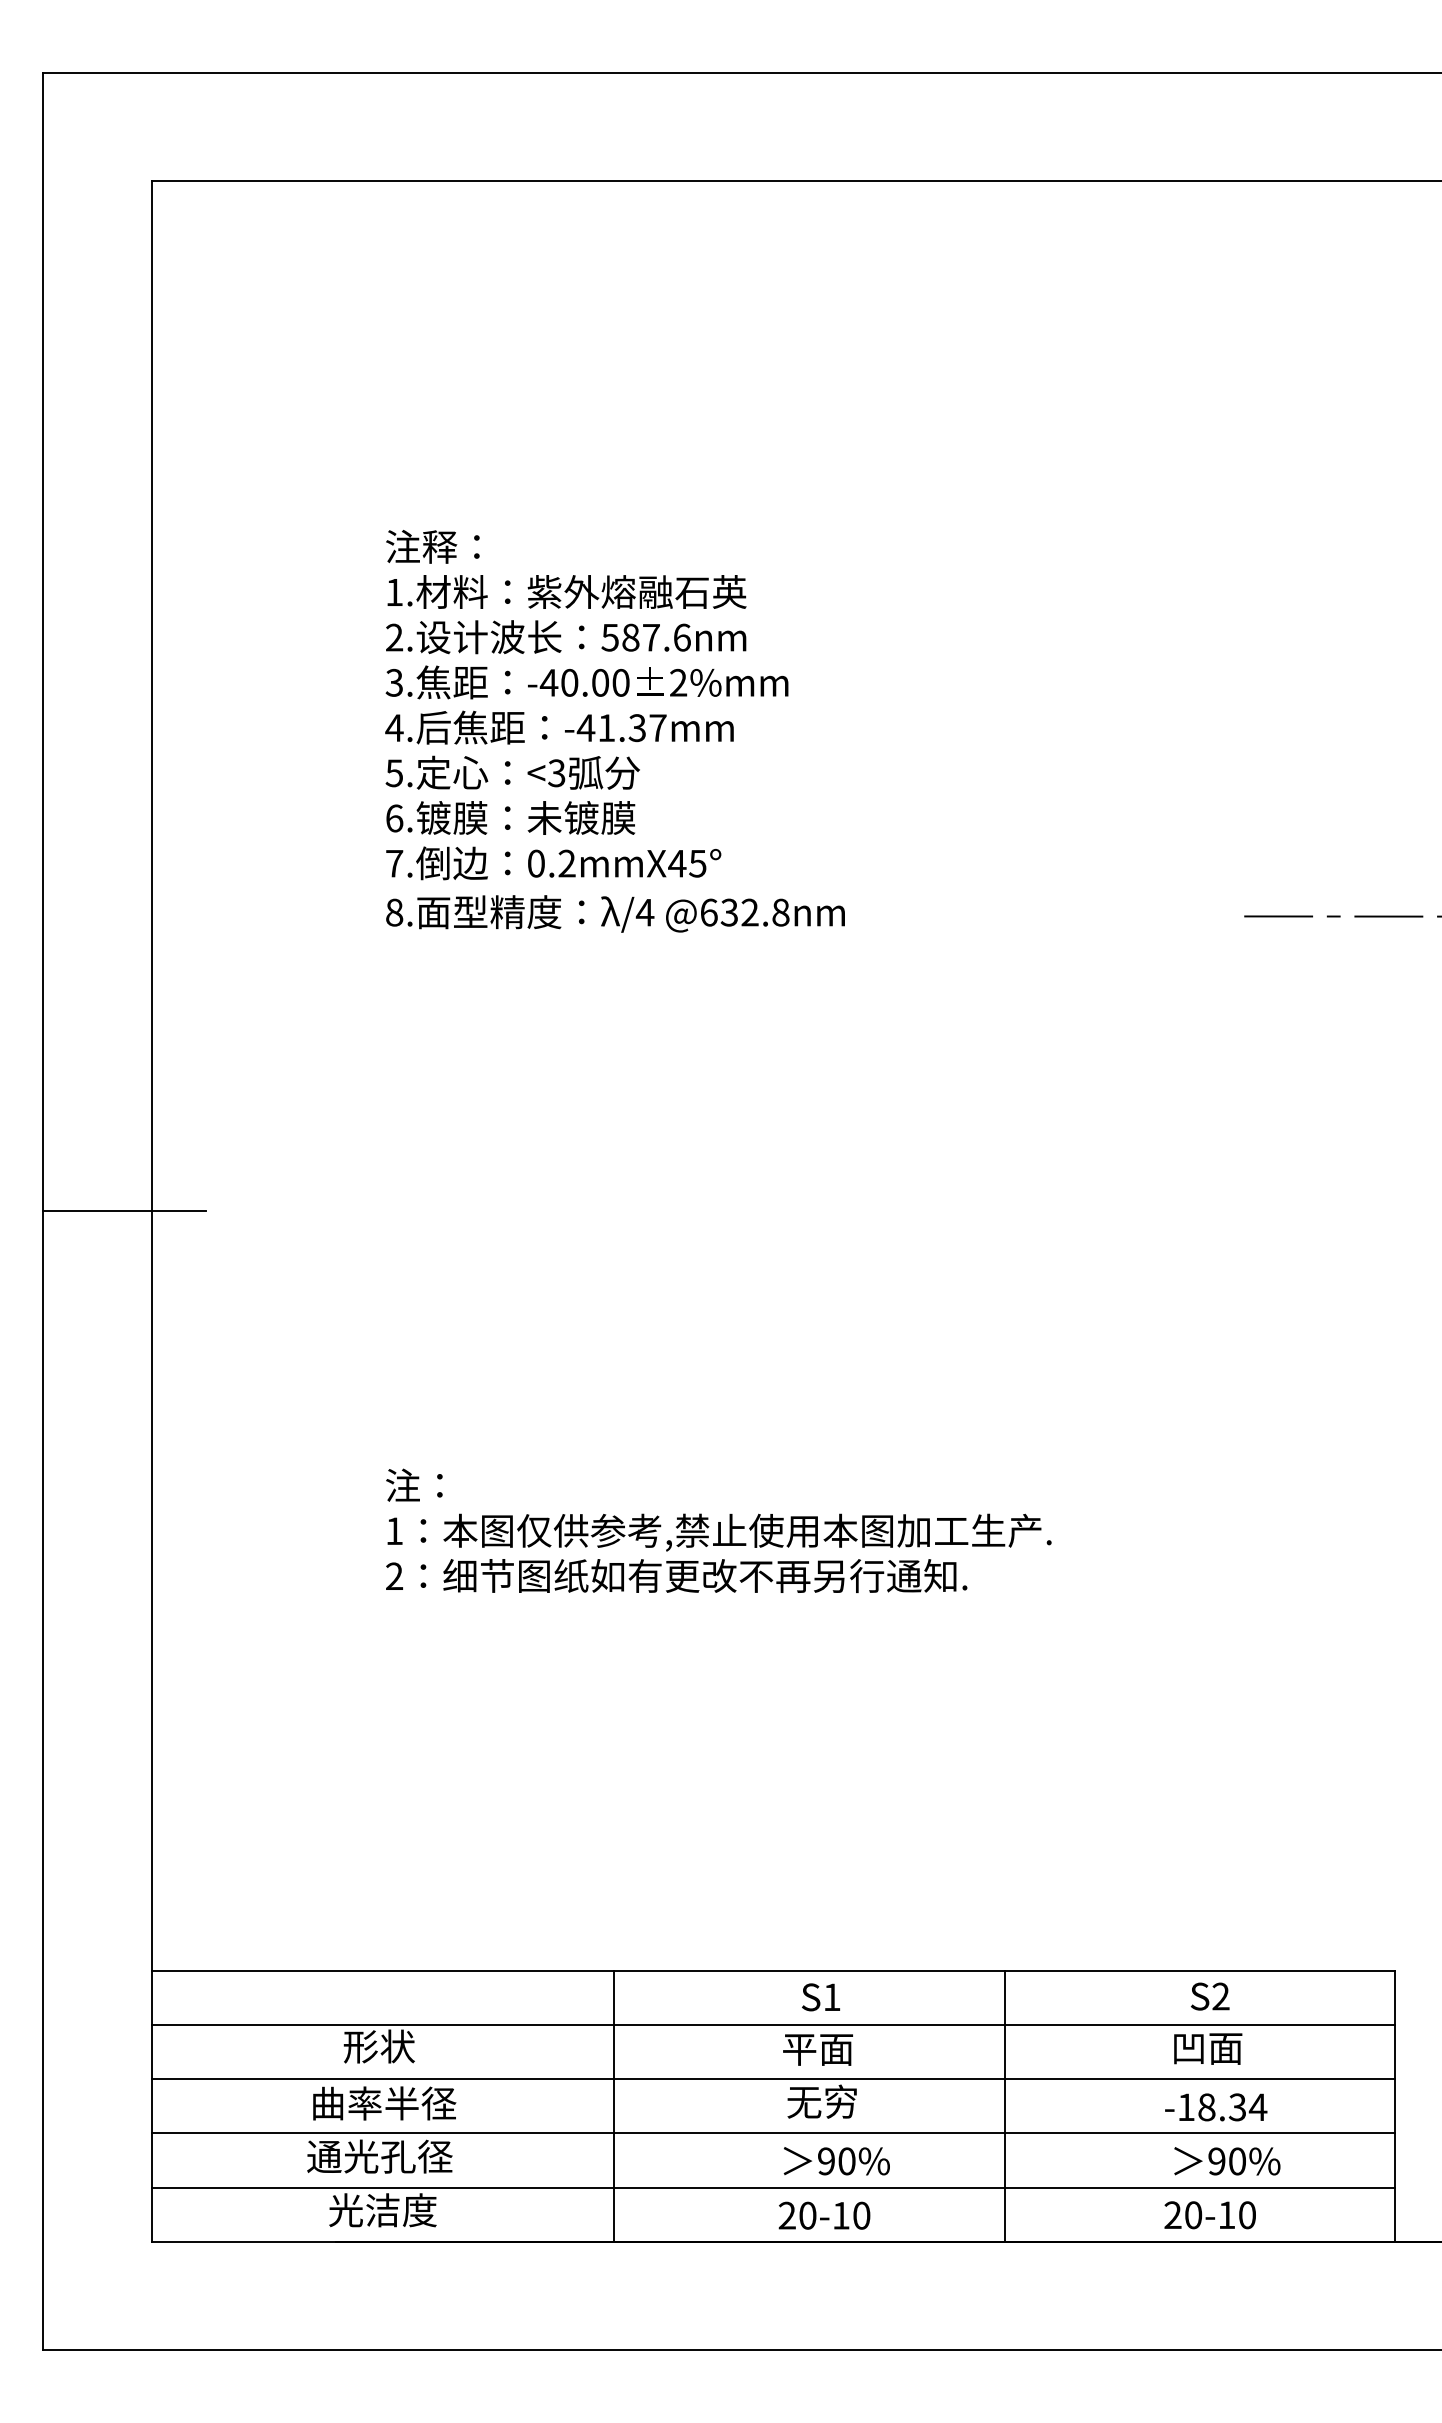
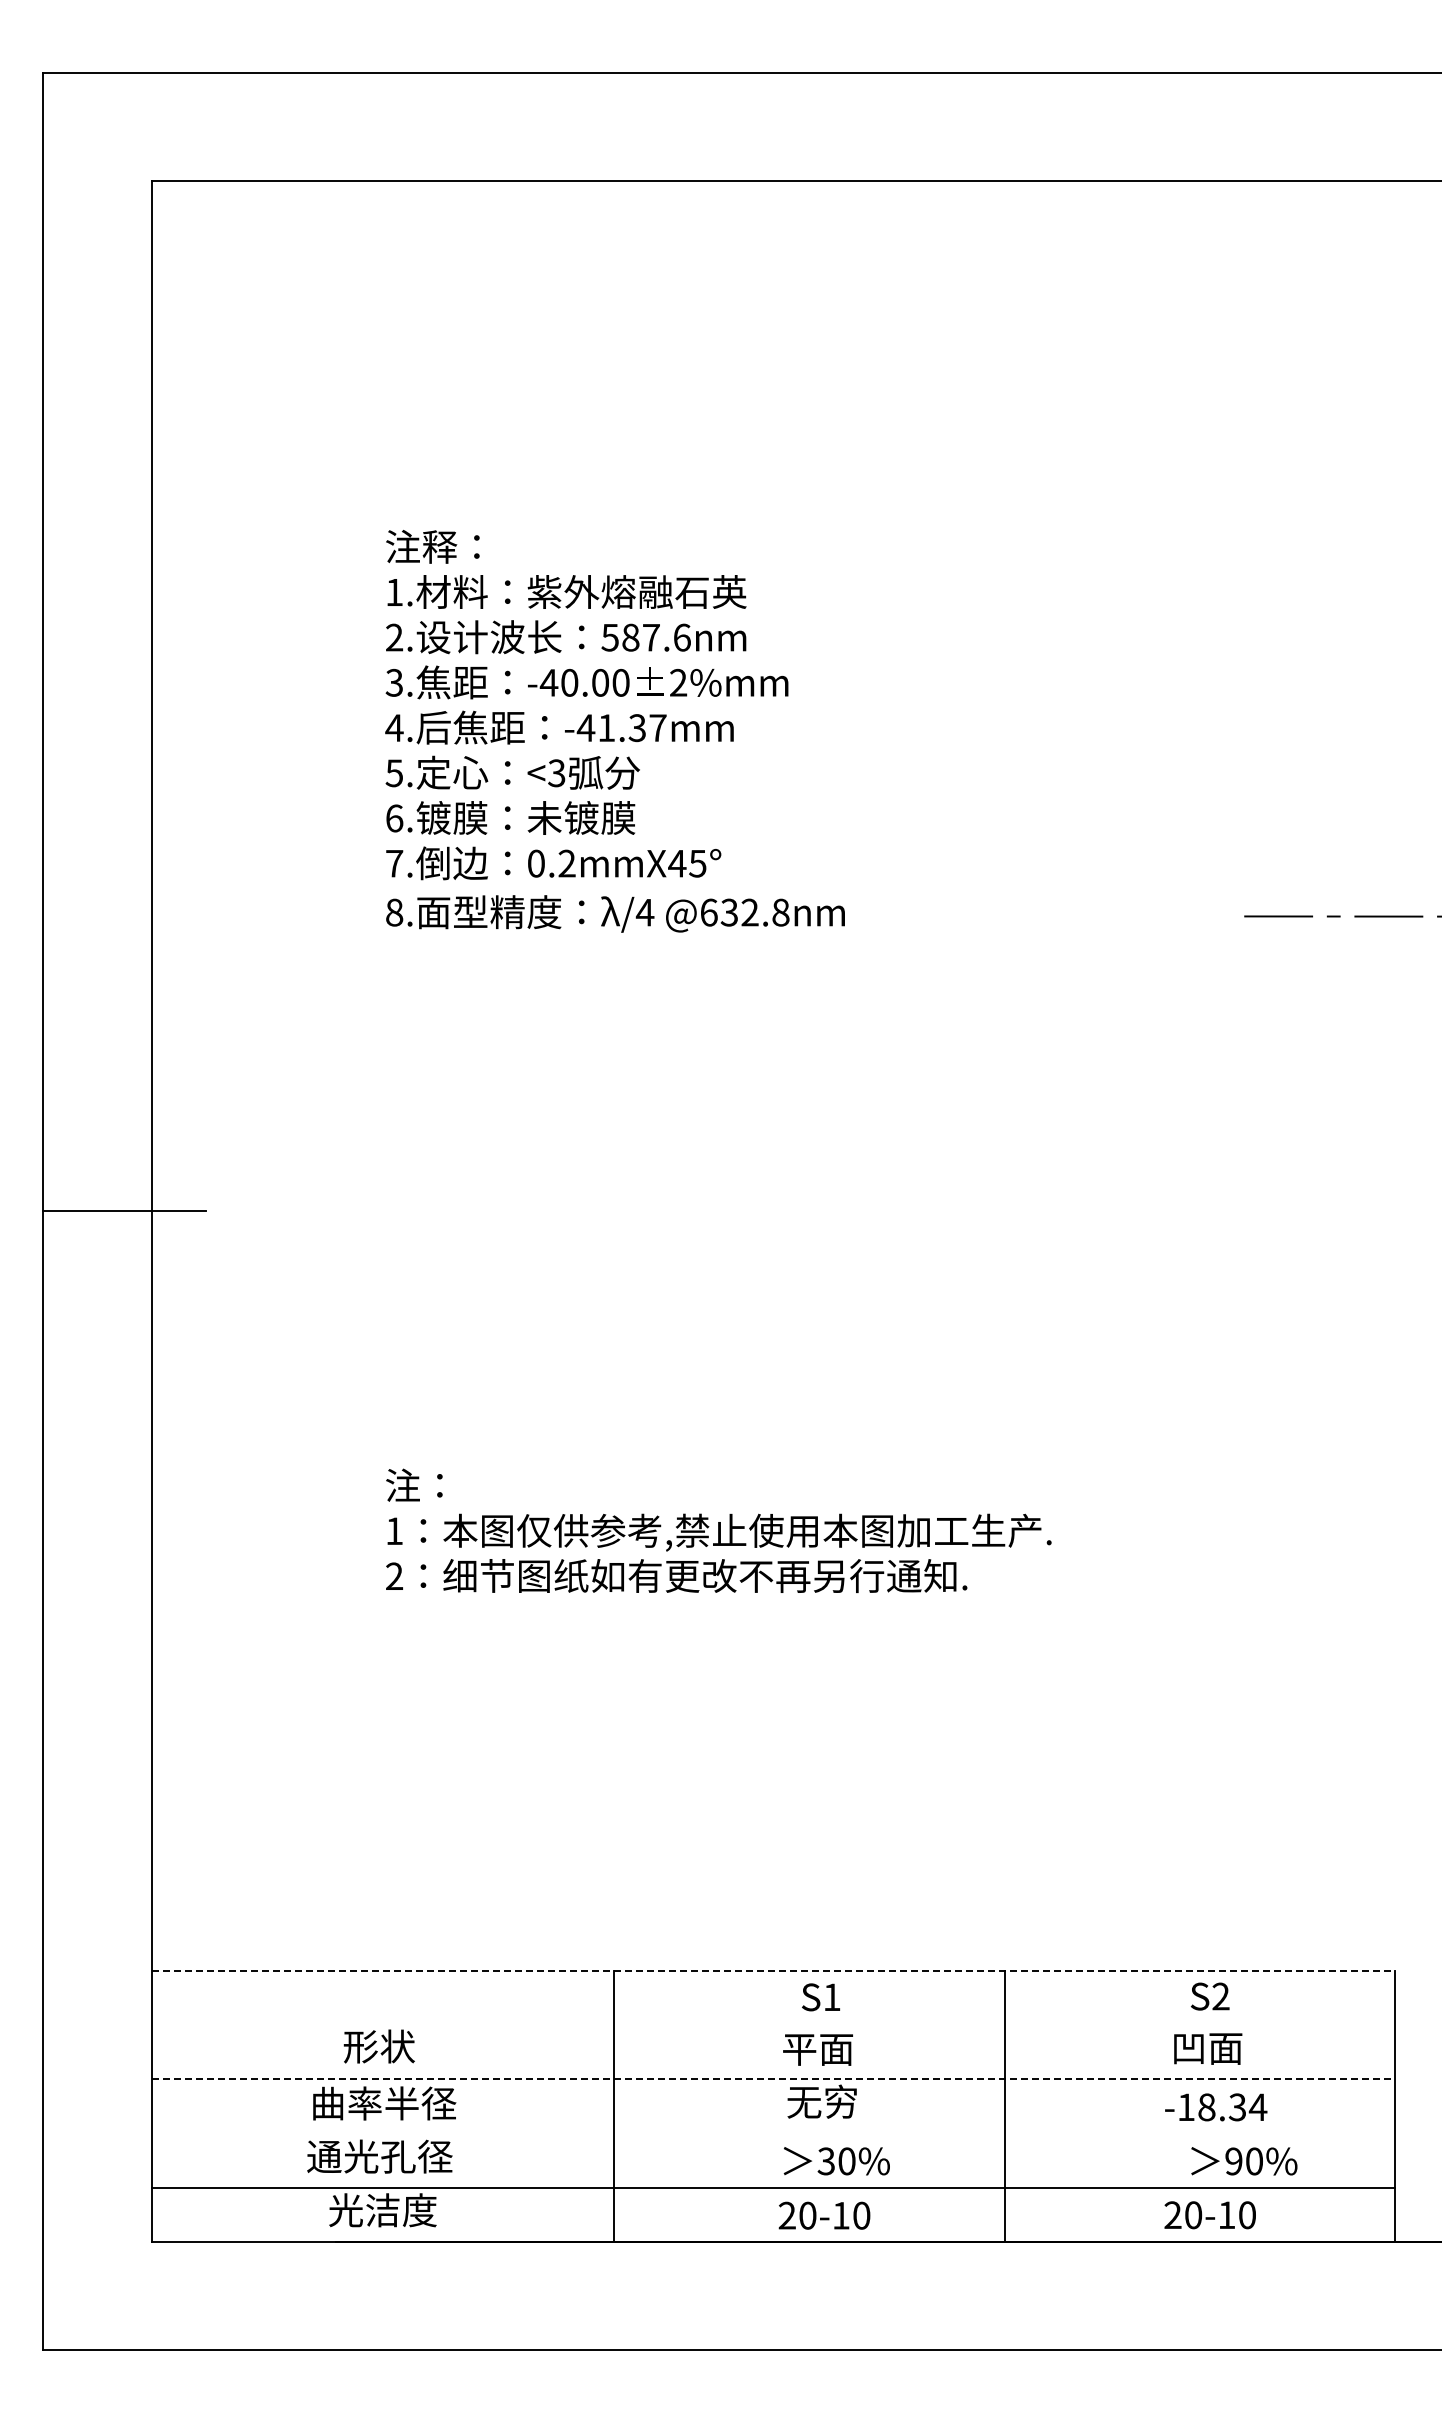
line at (773, 1970): solid -> dashed
line at (773, 2024): present -> none
line at (773, 2079): solid -> dashed
line at (773, 2133): present -> none
text at (825, 2161): 90% -> 30%
text at (1227, 2161) position: (1227, 2161) -> (1244, 2161)
